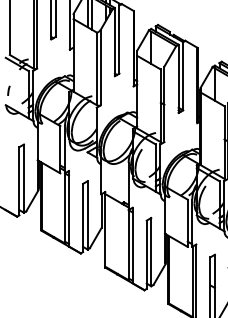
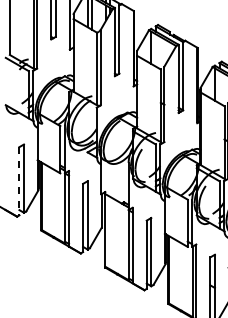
curve at (8, 90): present -> none
line at (19, 181): solid -> dashed
